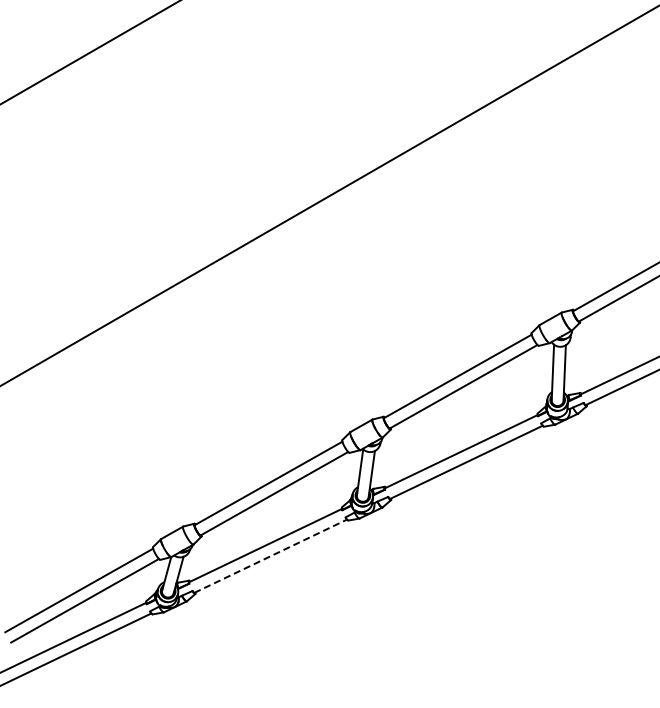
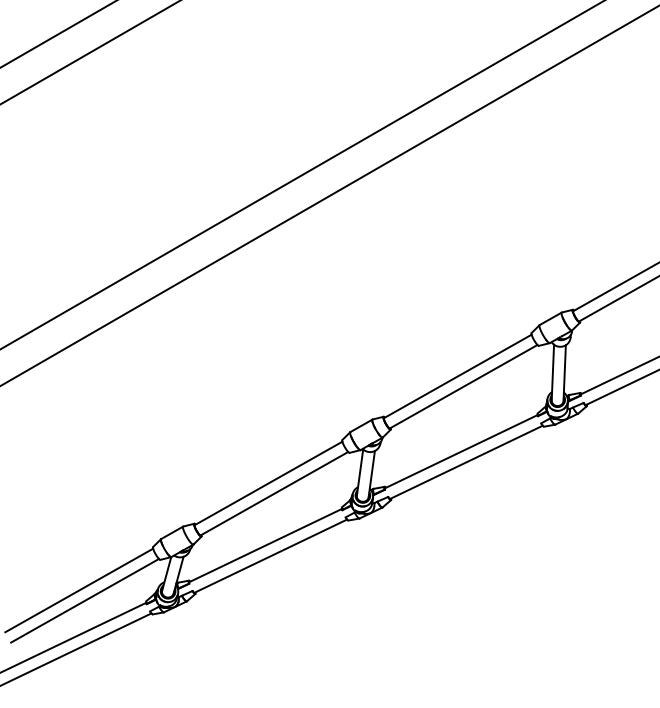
line at (58, 34): none -> present
line at (301, 175): none -> present
line at (270, 556): dashed -> solid
